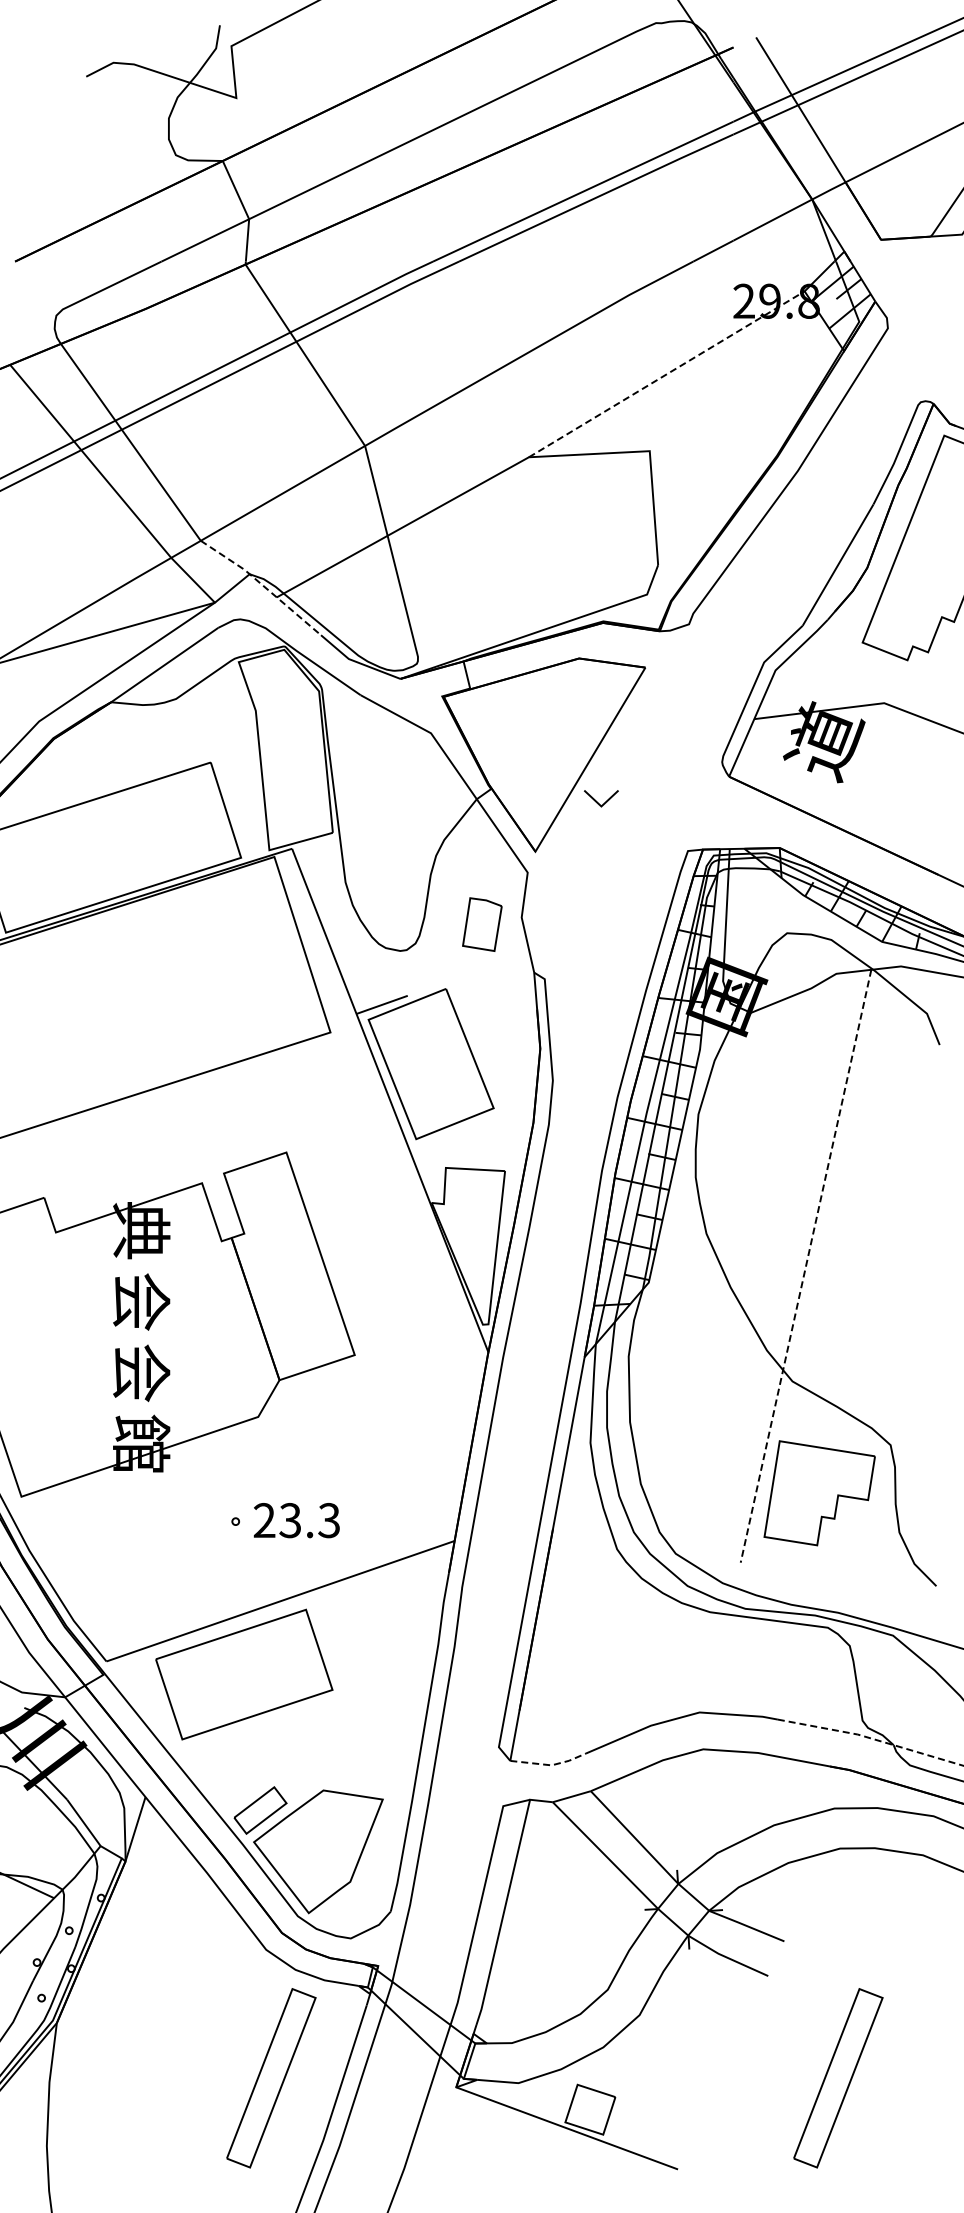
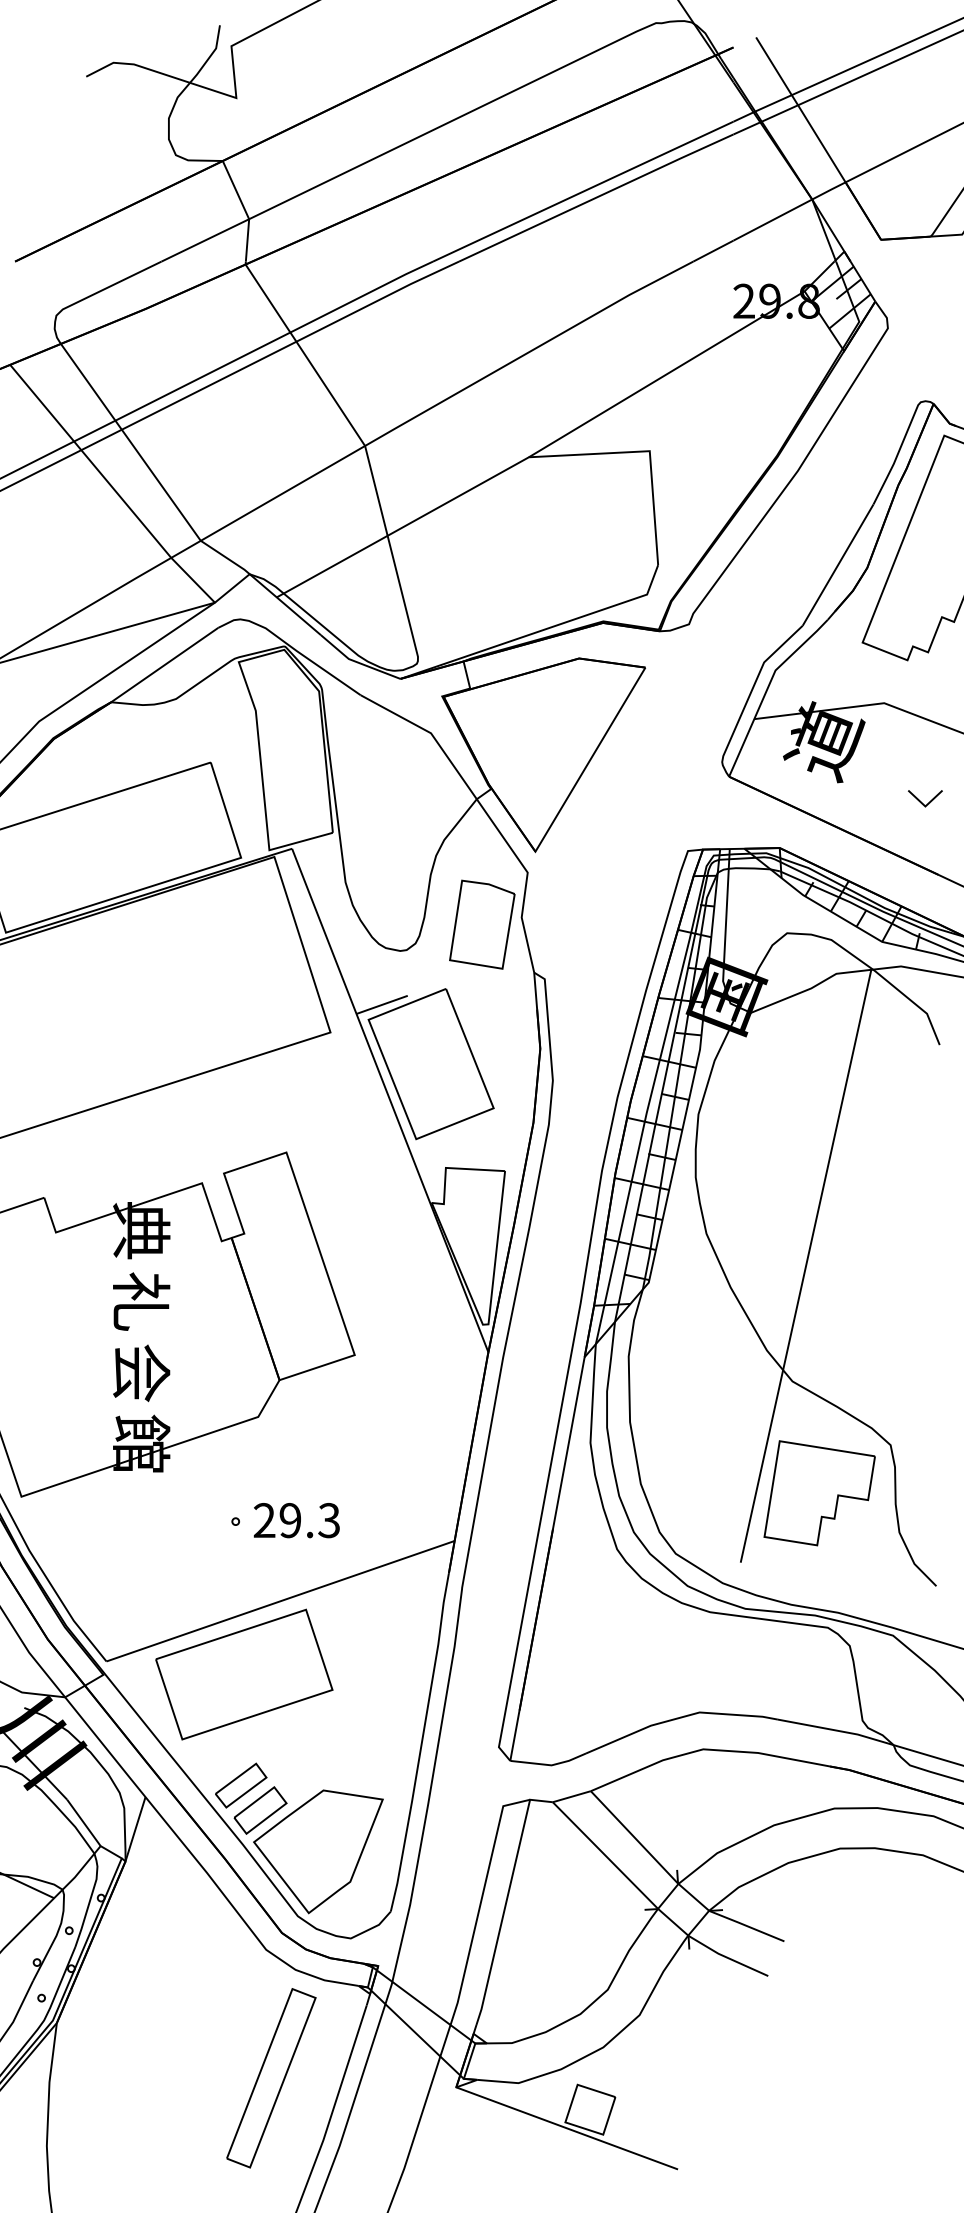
line at (666, 374): dashed -> solid
line at (263, 585): dashed -> solid
part at (601, 798) position: (601, 798) -> (925, 798)
part at (482, 924) size: 41x55 px -> 67x91 px
line at (805, 1267): dashed -> solid
text at (141, 1301): 会 -> 礼
text at (289, 1520): 23.3 -> 29.3
line at (871, 1738): dashed -> solid
line at (550, 1765): dashed -> solid
part at (241, 1785): none -> present
part at (838, 2078): present -> none
